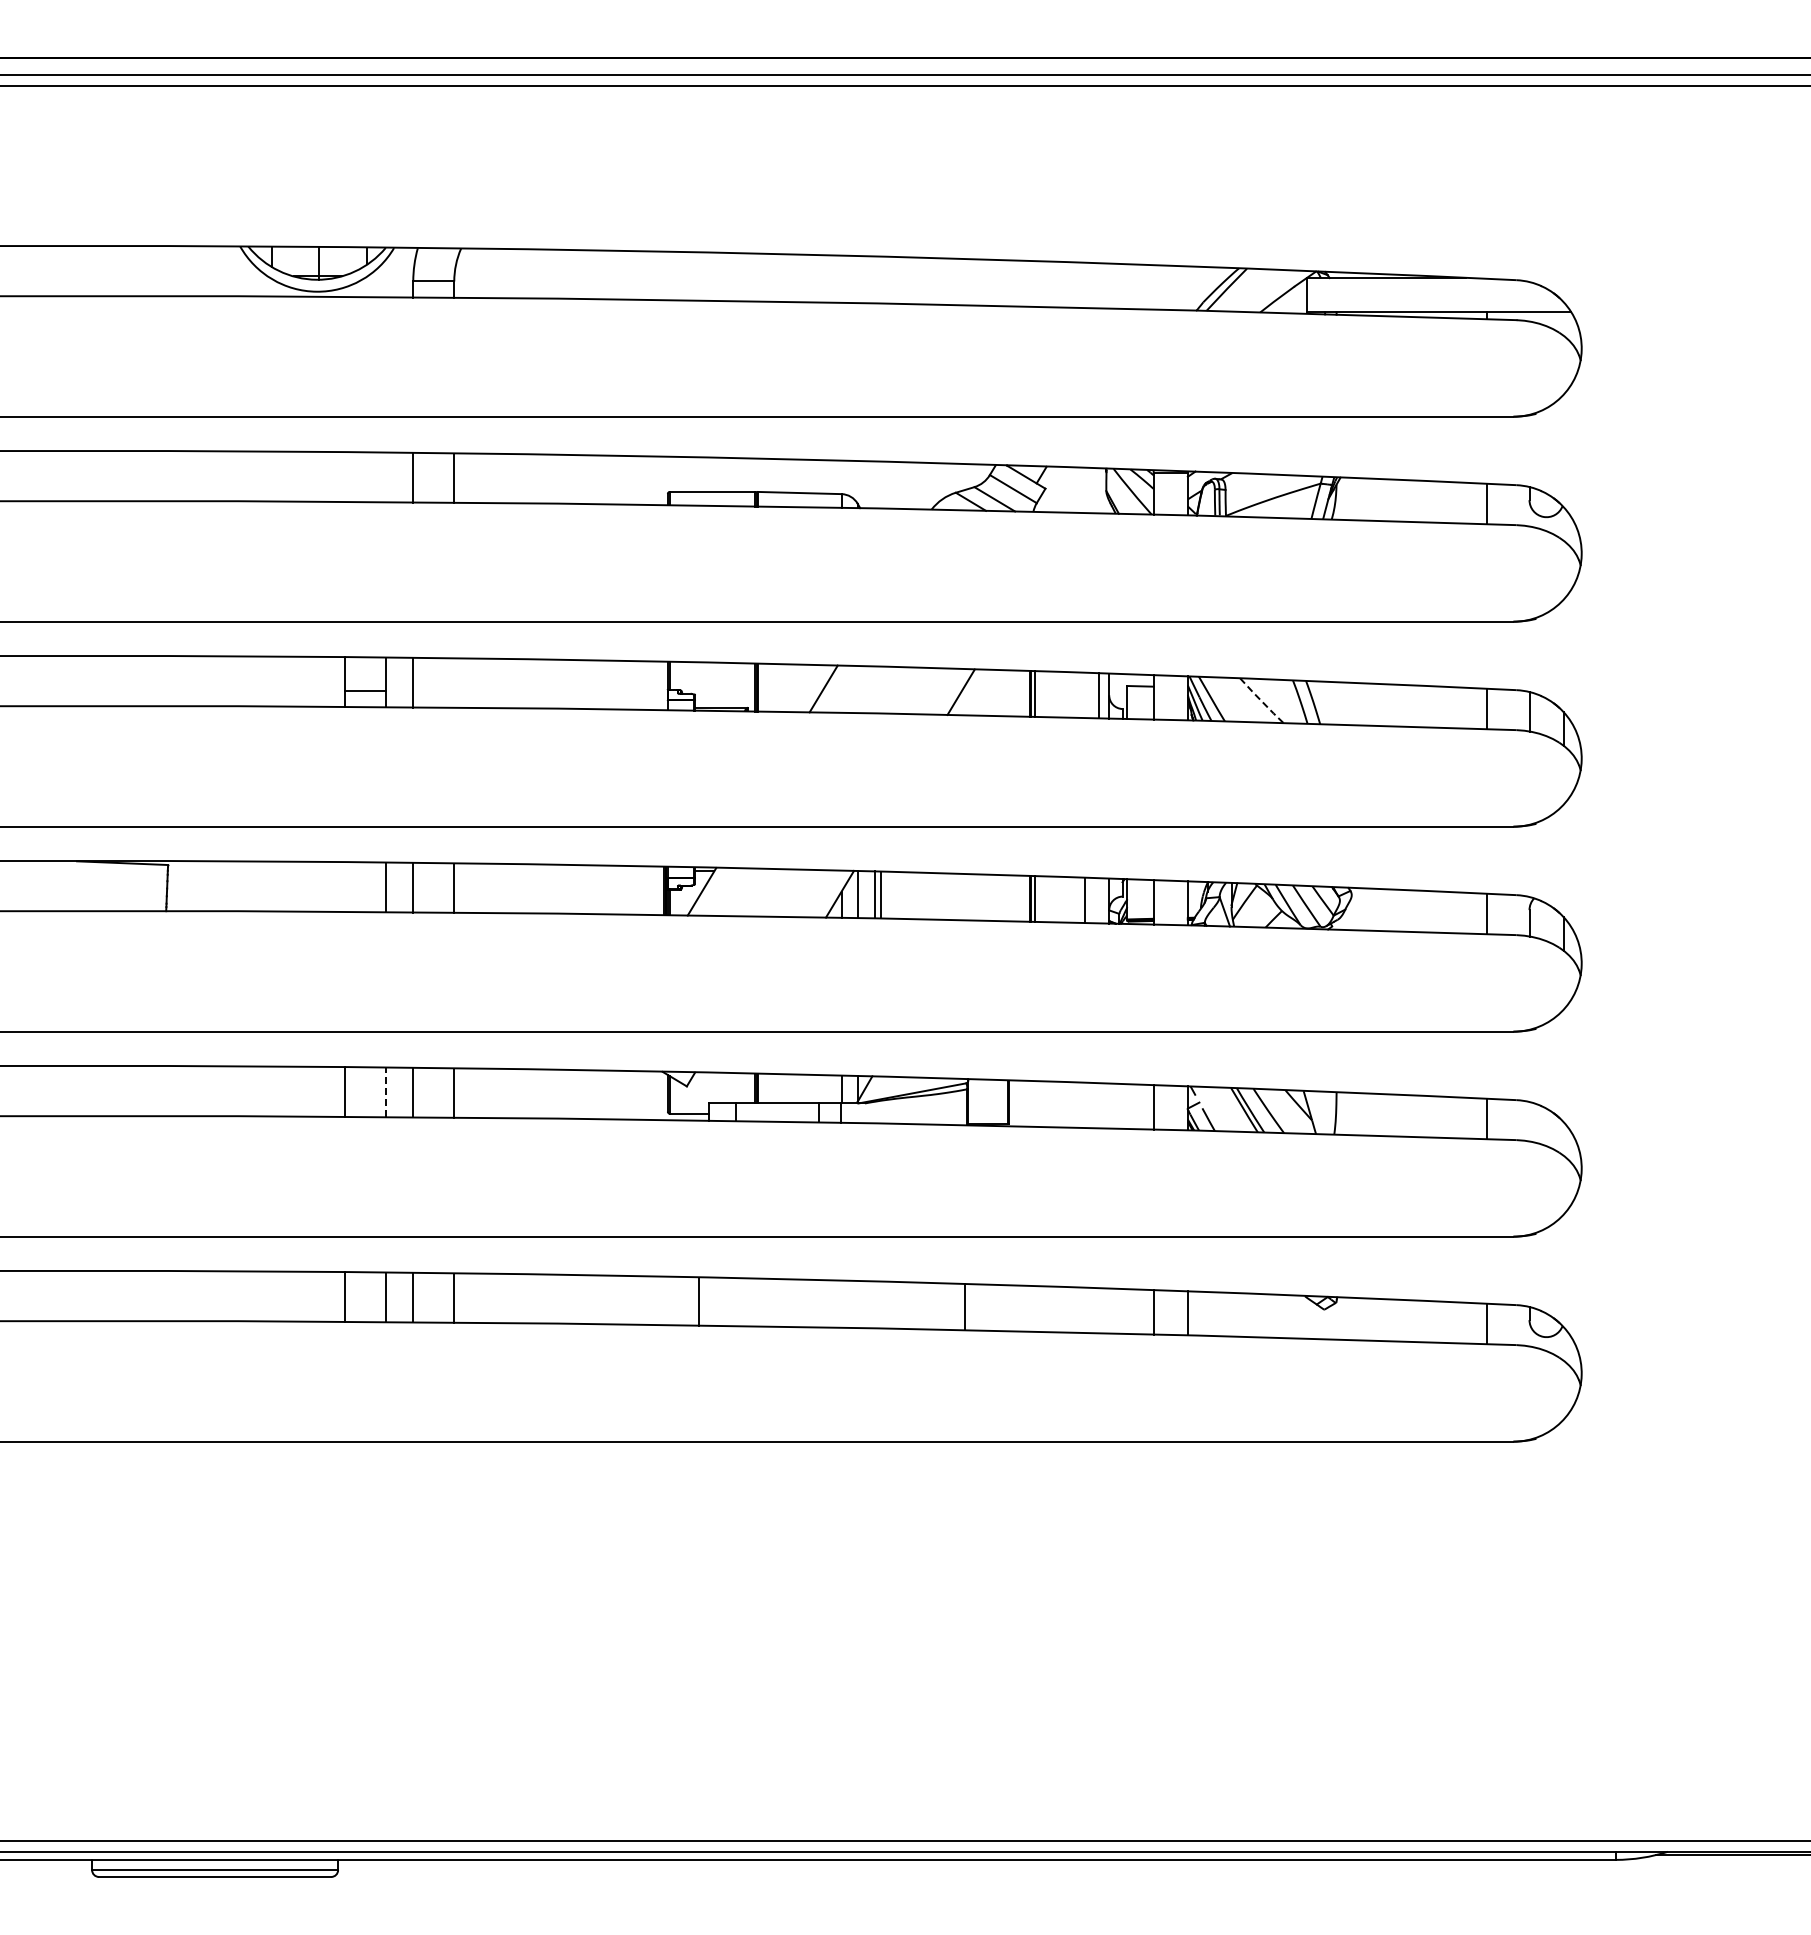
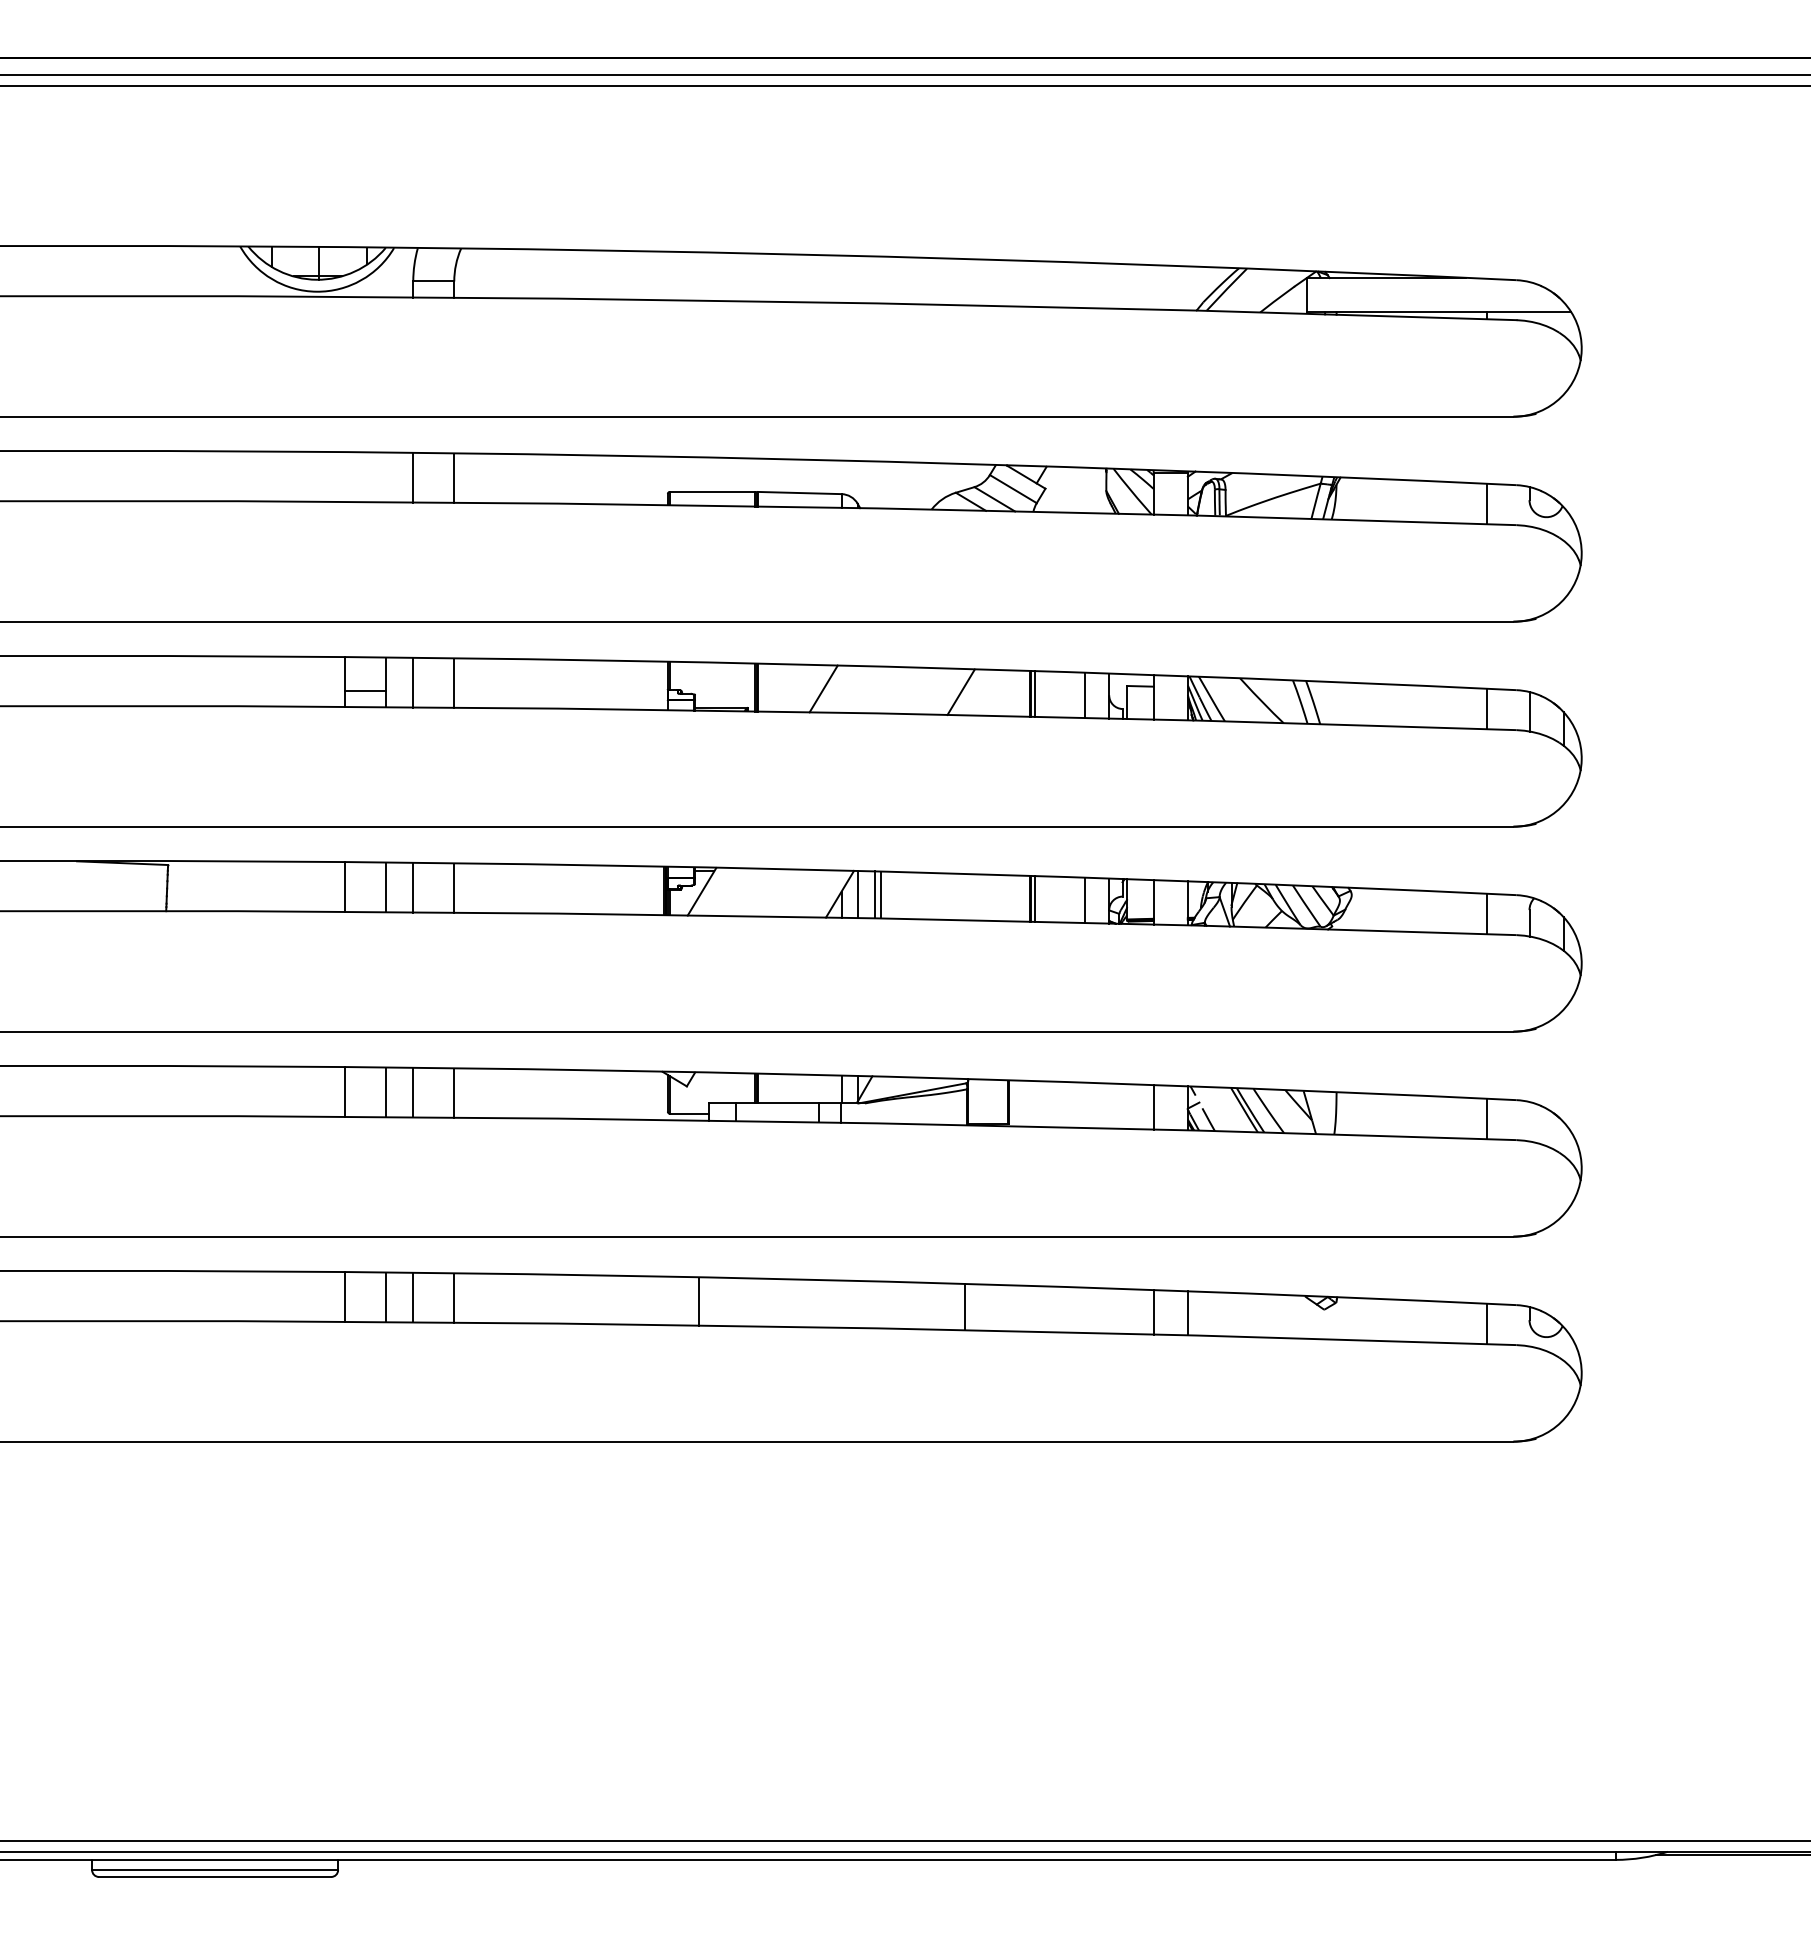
line at (454, 682): none -> present
line at (1098, 695) position: (1098, 695) -> (1084, 695)
line at (1261, 700): dashed -> solid
line at (344, 887): none -> present
line at (385, 1092): dashed -> solid
